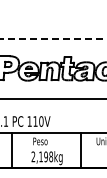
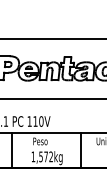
line at (53, 38): dashed -> solid
text at (42, 156): 2,198kg -> 1,572kg
